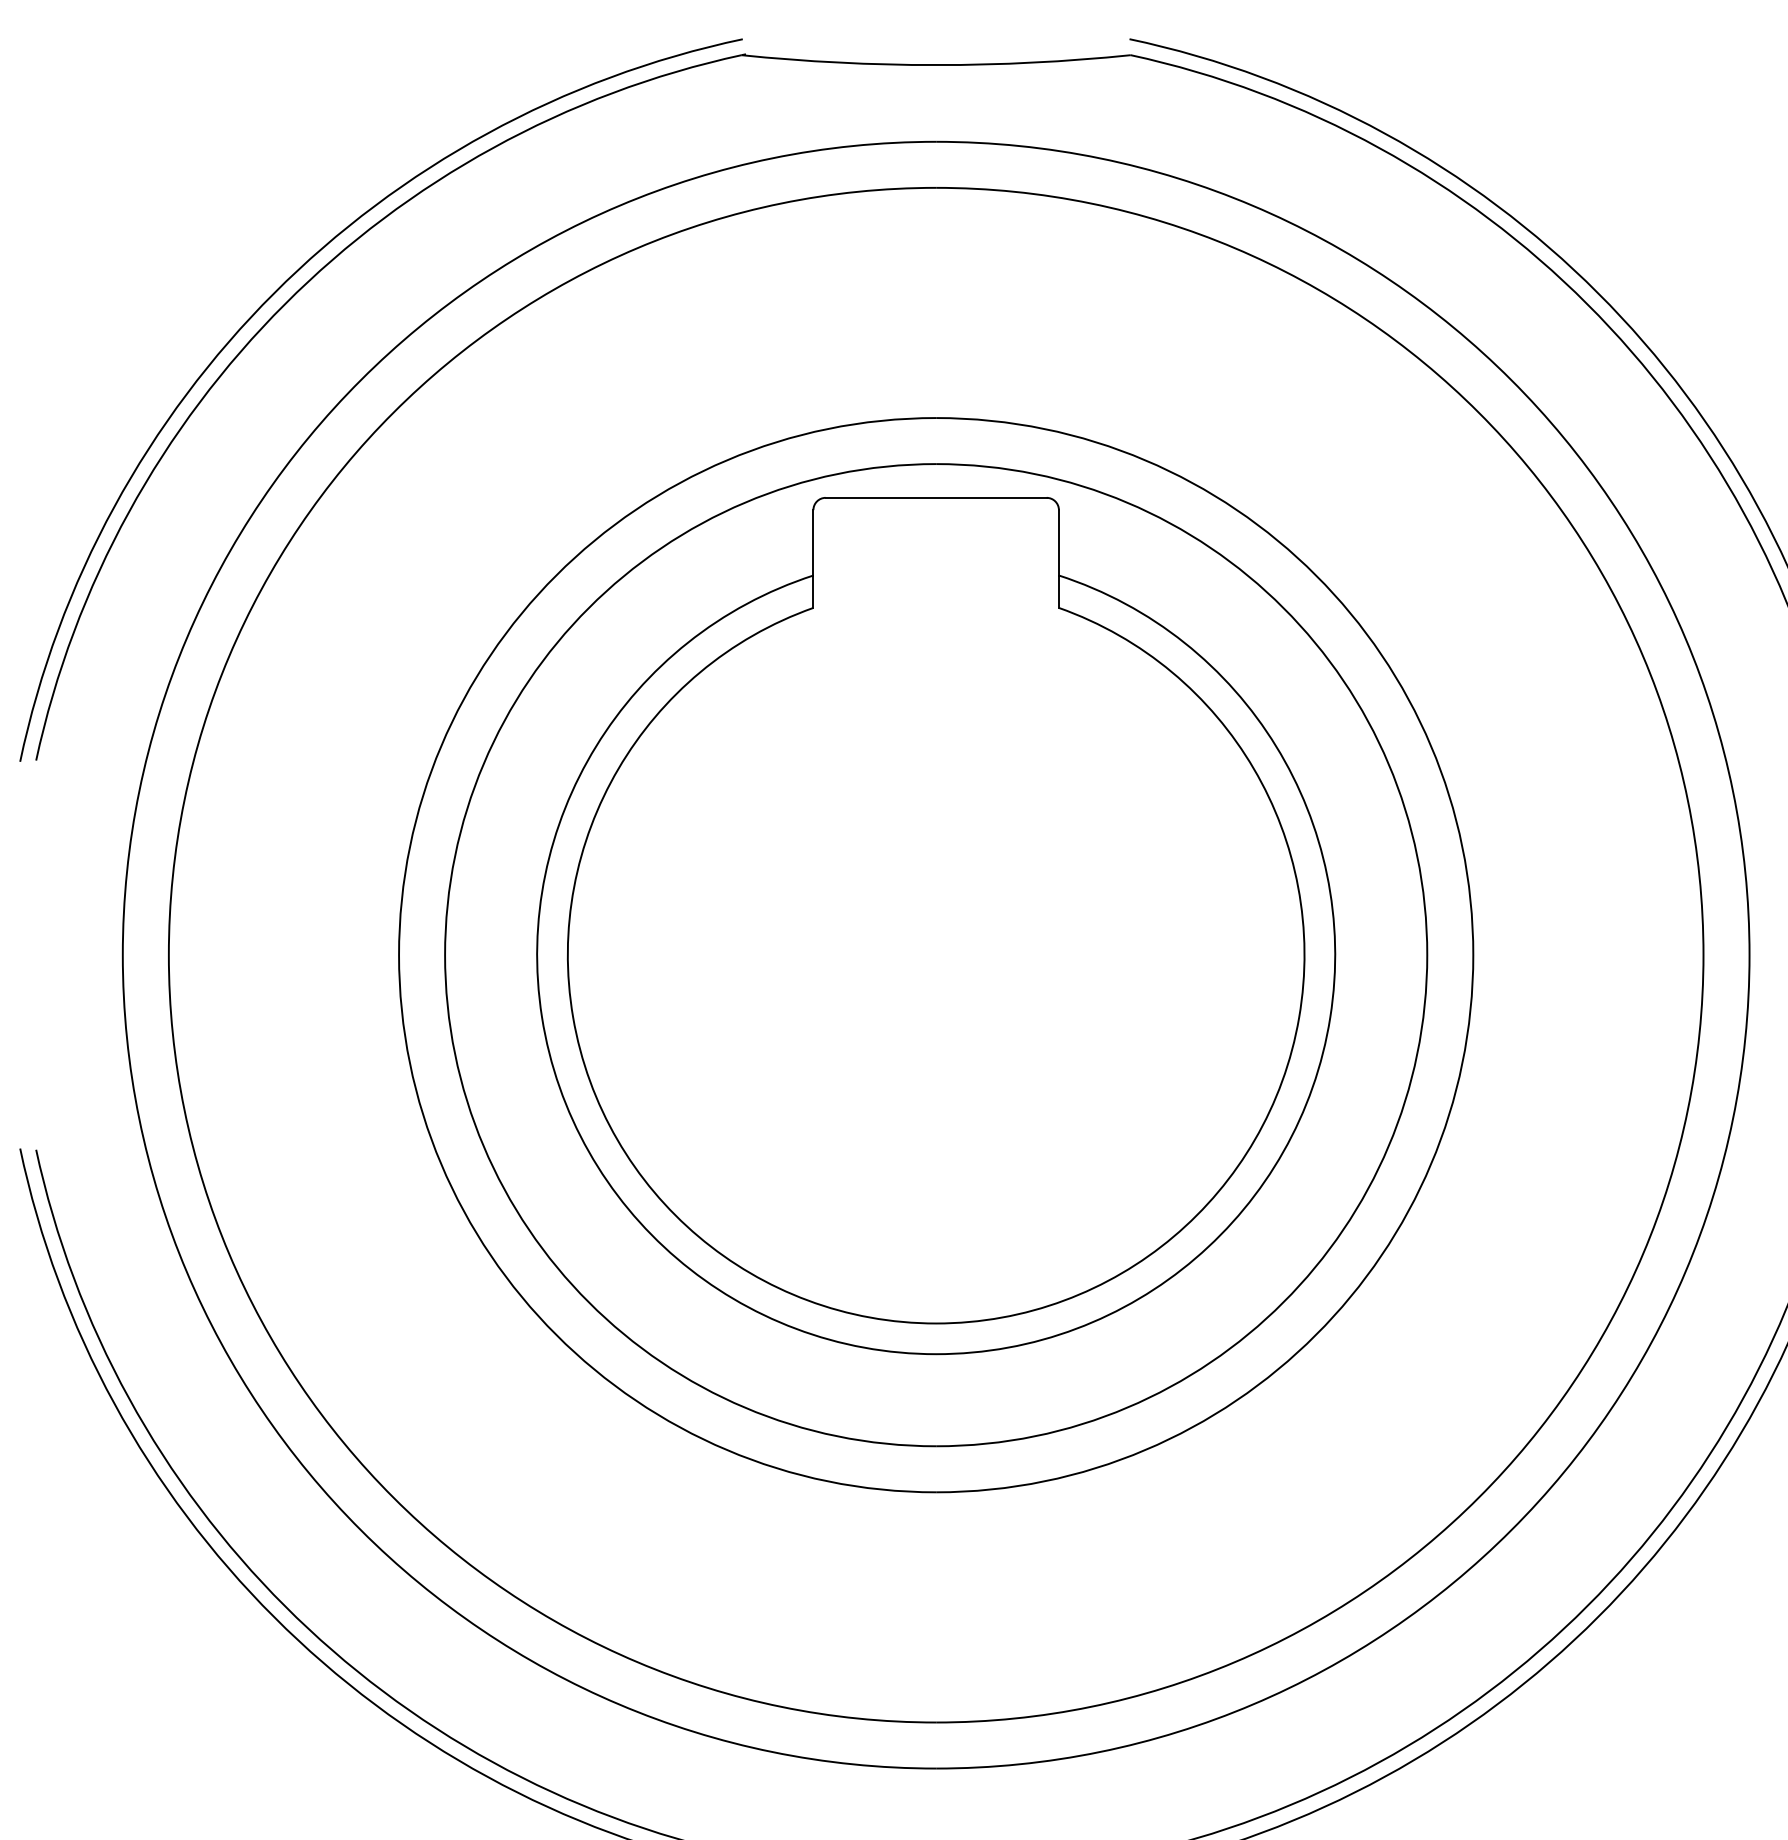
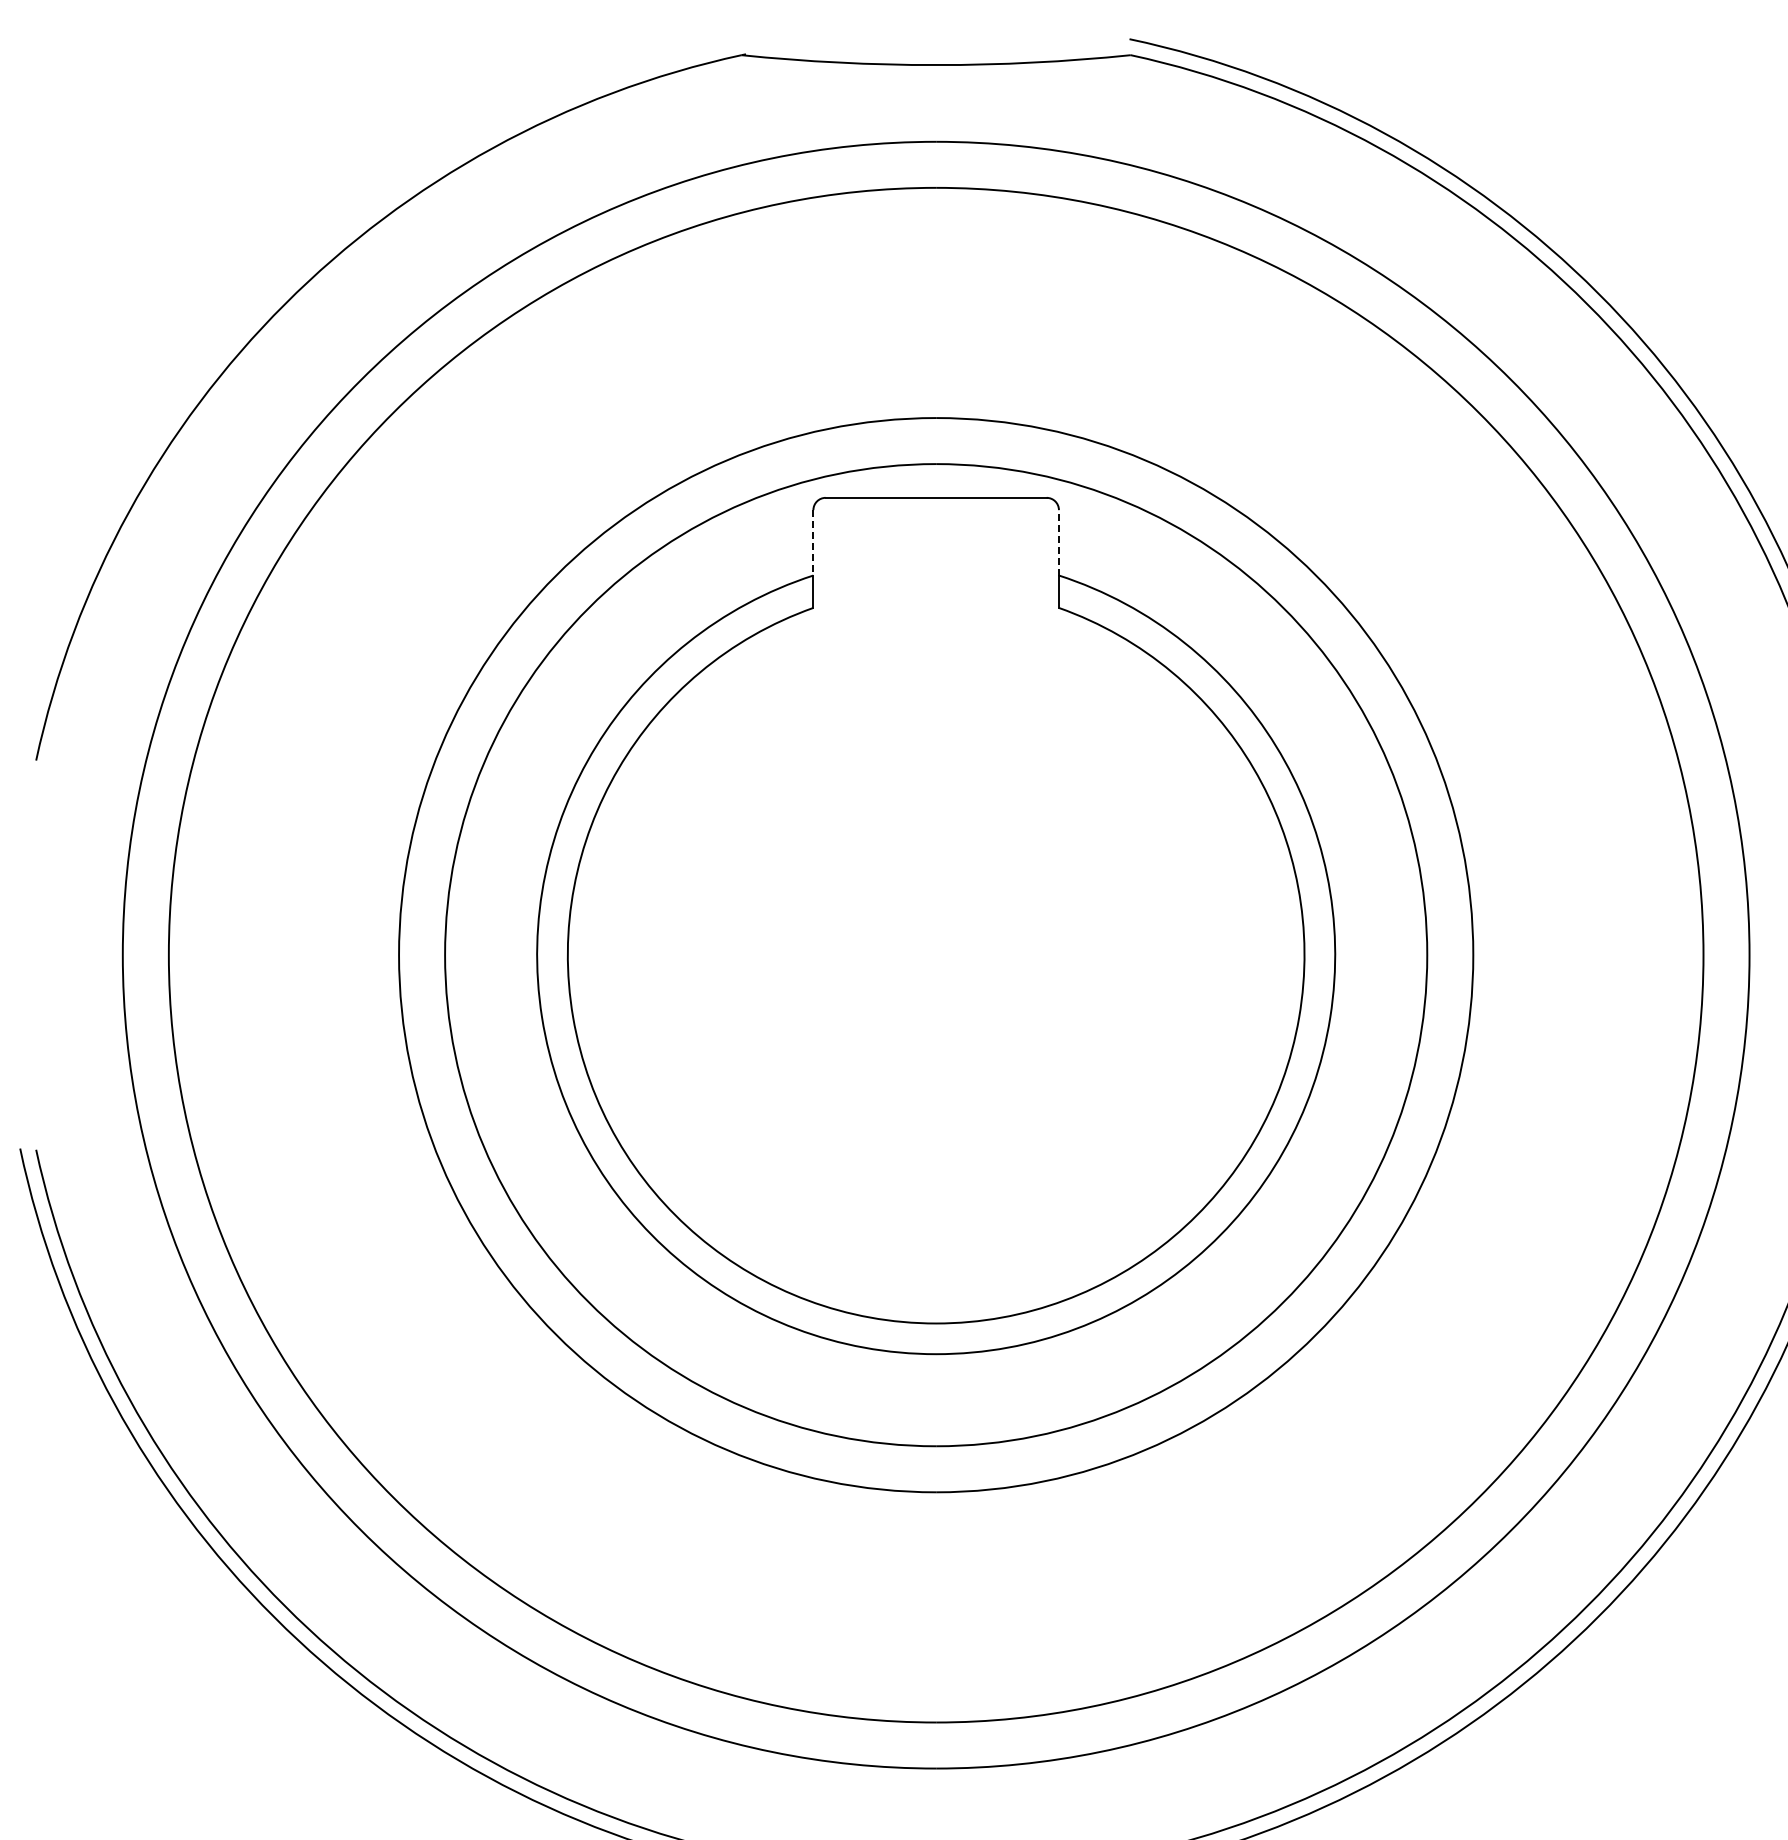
arc at (275, 293): present -> none
line at (813, 542): solid -> dashed
line at (1058, 542): solid -> dashed
